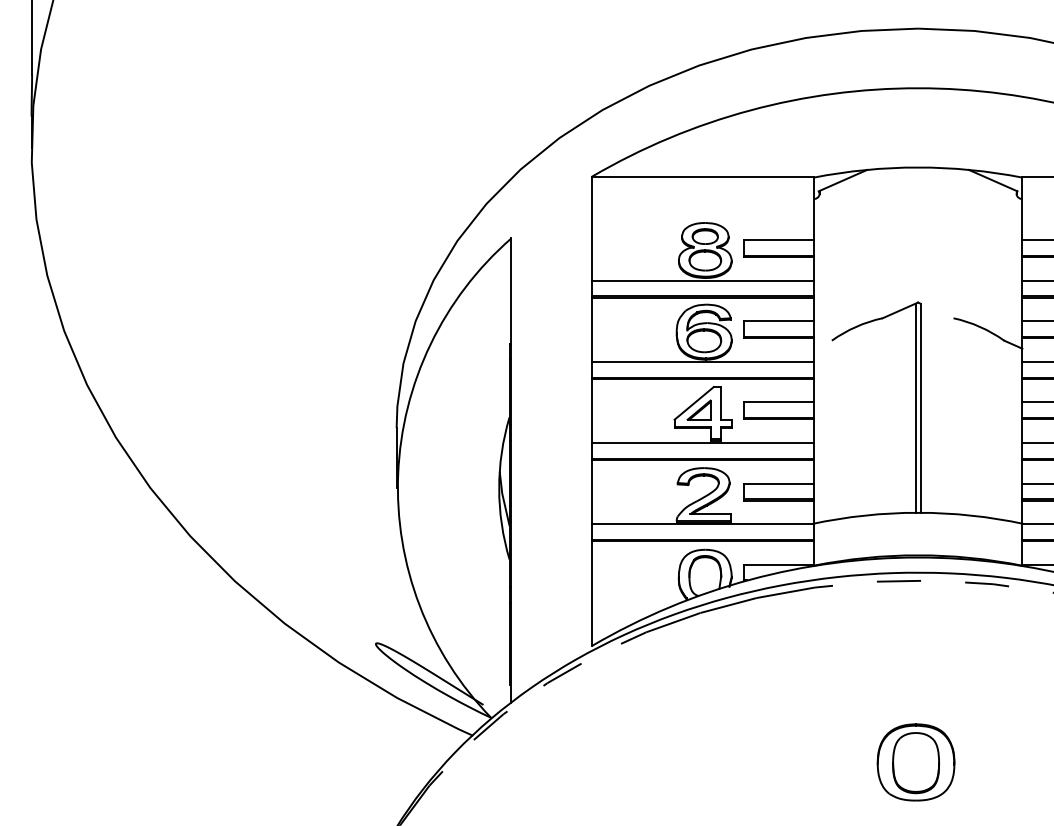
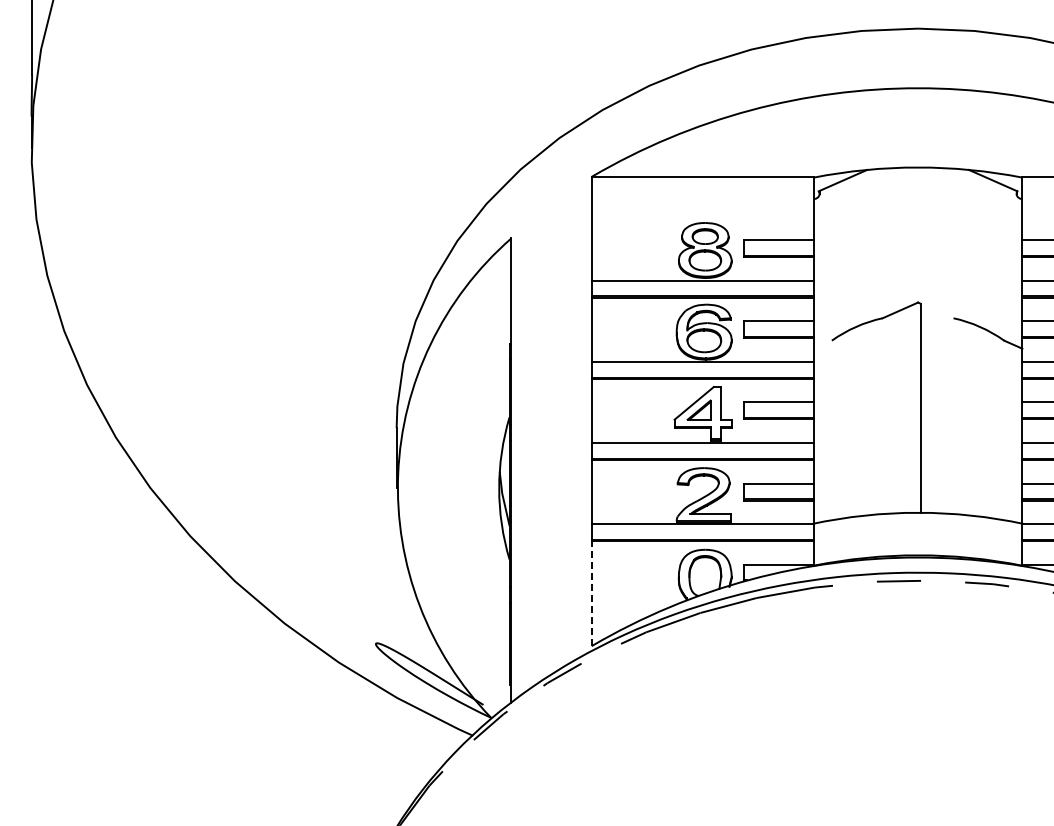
line at (915, 407): present -> none
line at (591, 593): solid -> dashed
part at (915, 762): present -> none
